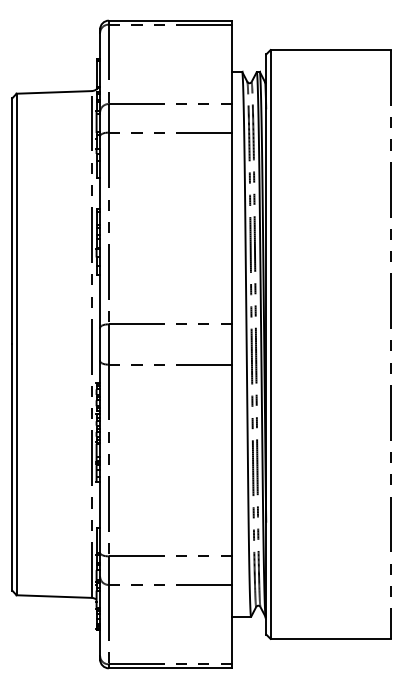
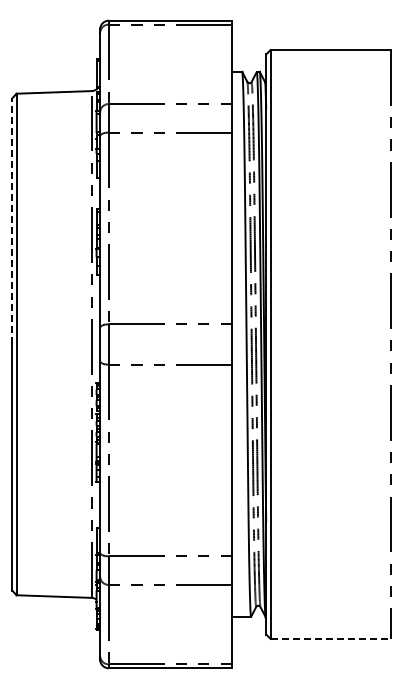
line at (12, 220): solid -> dashed
line at (331, 638): solid -> dashed
